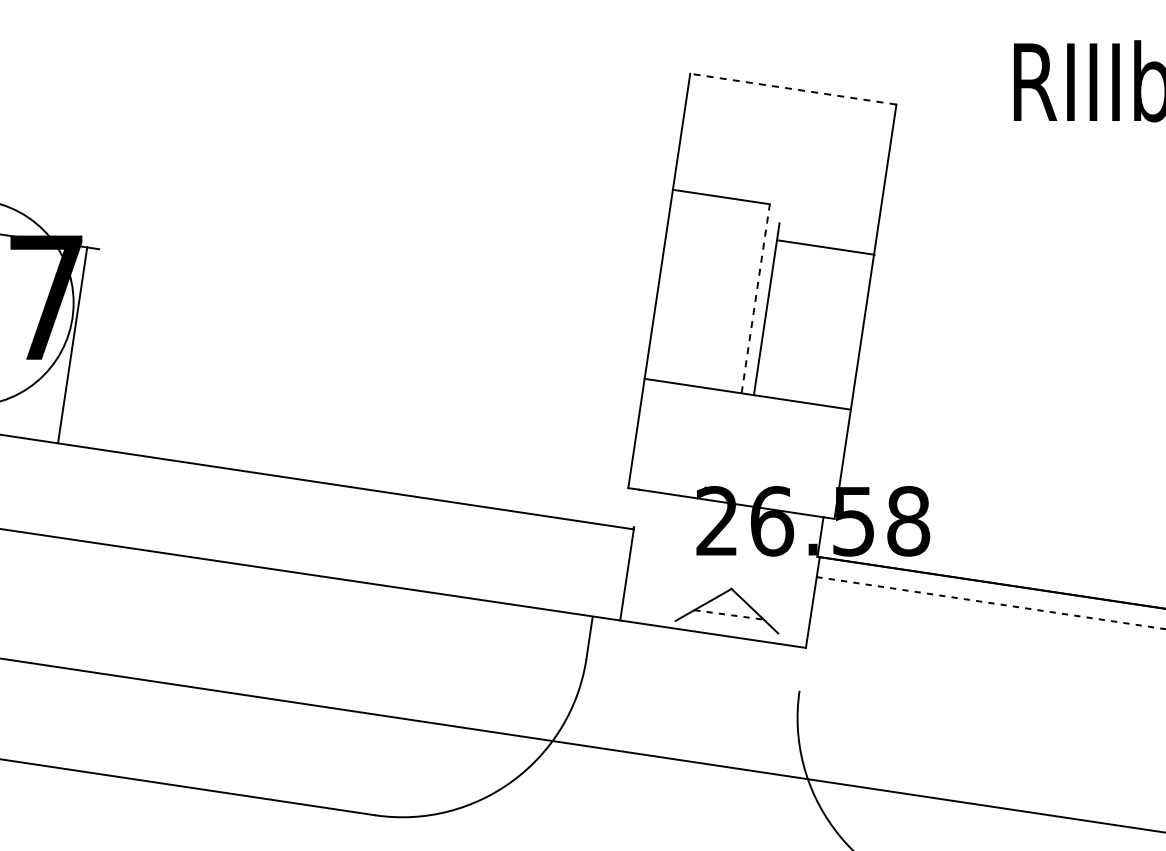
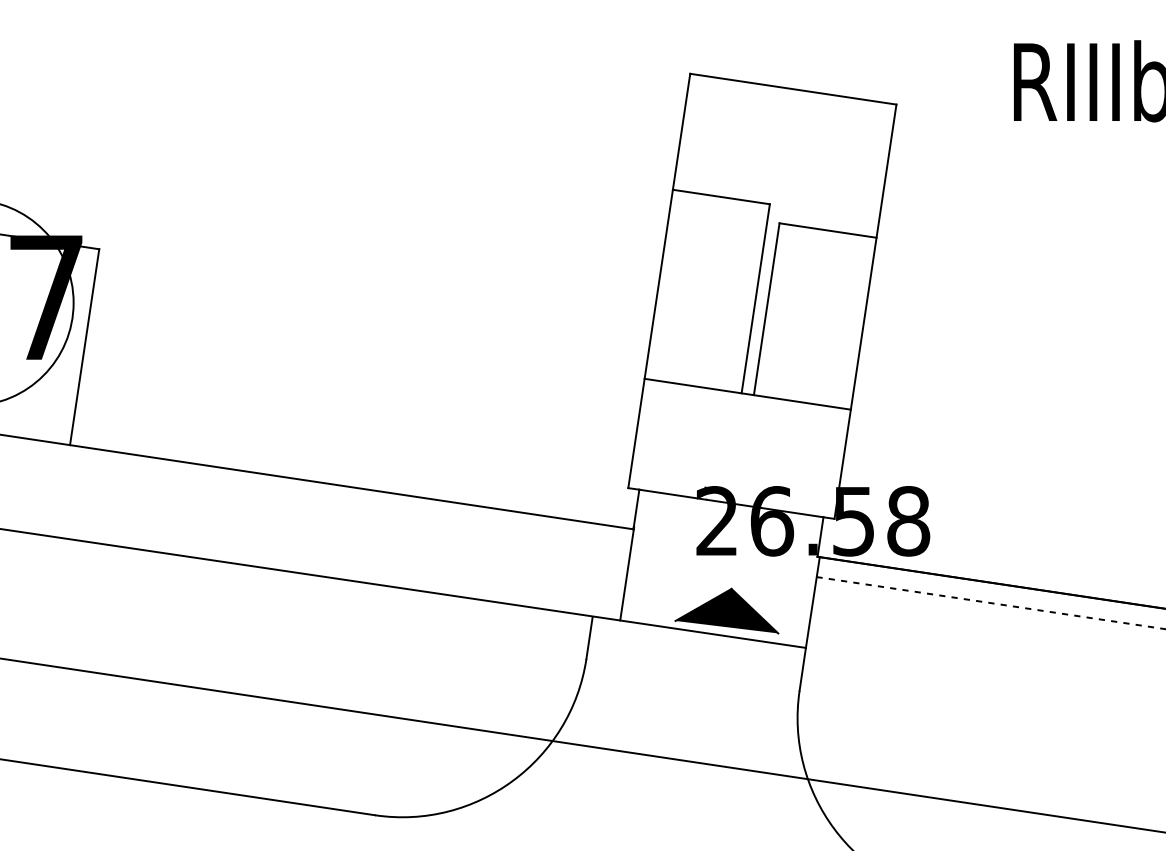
line at (792, 89): dashed -> solid
line at (825, 247) position: (825, 247) -> (827, 230)
line at (755, 298): dashed -> solid
line at (72, 345) position: (72, 345) -> (84, 347)
line at (636, 509): none -> present
fill at (726, 610): none -> present
line at (802, 669): none -> present
